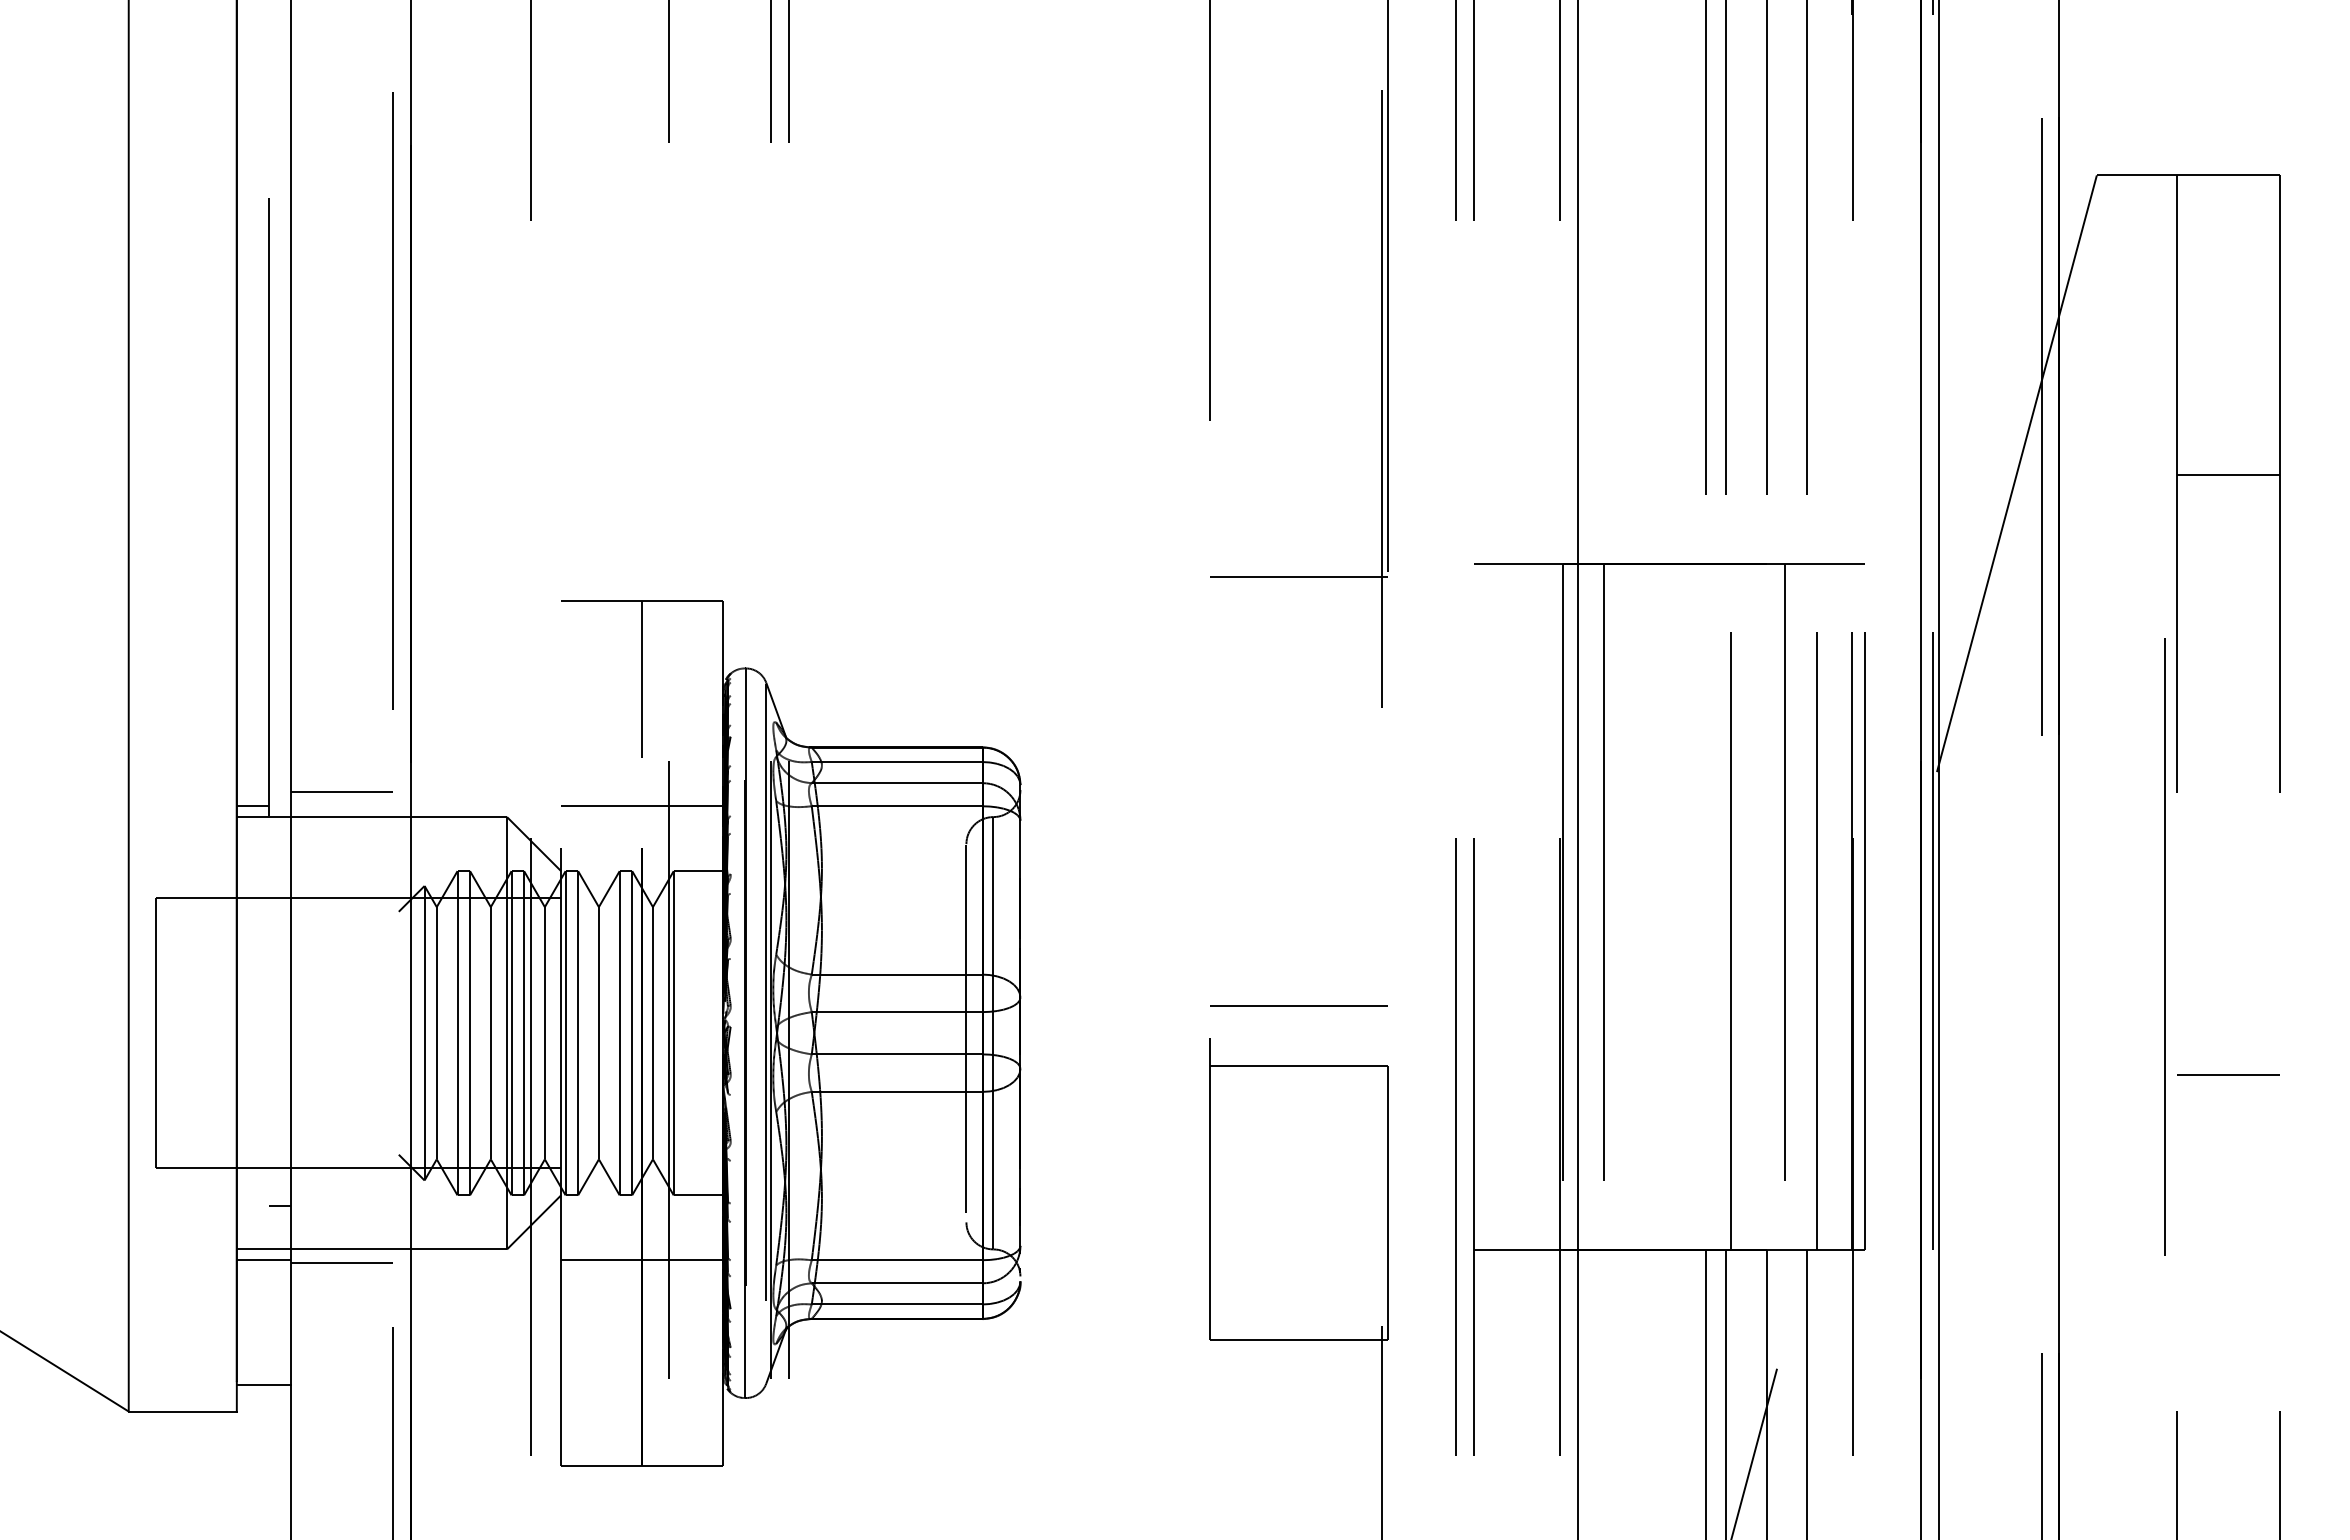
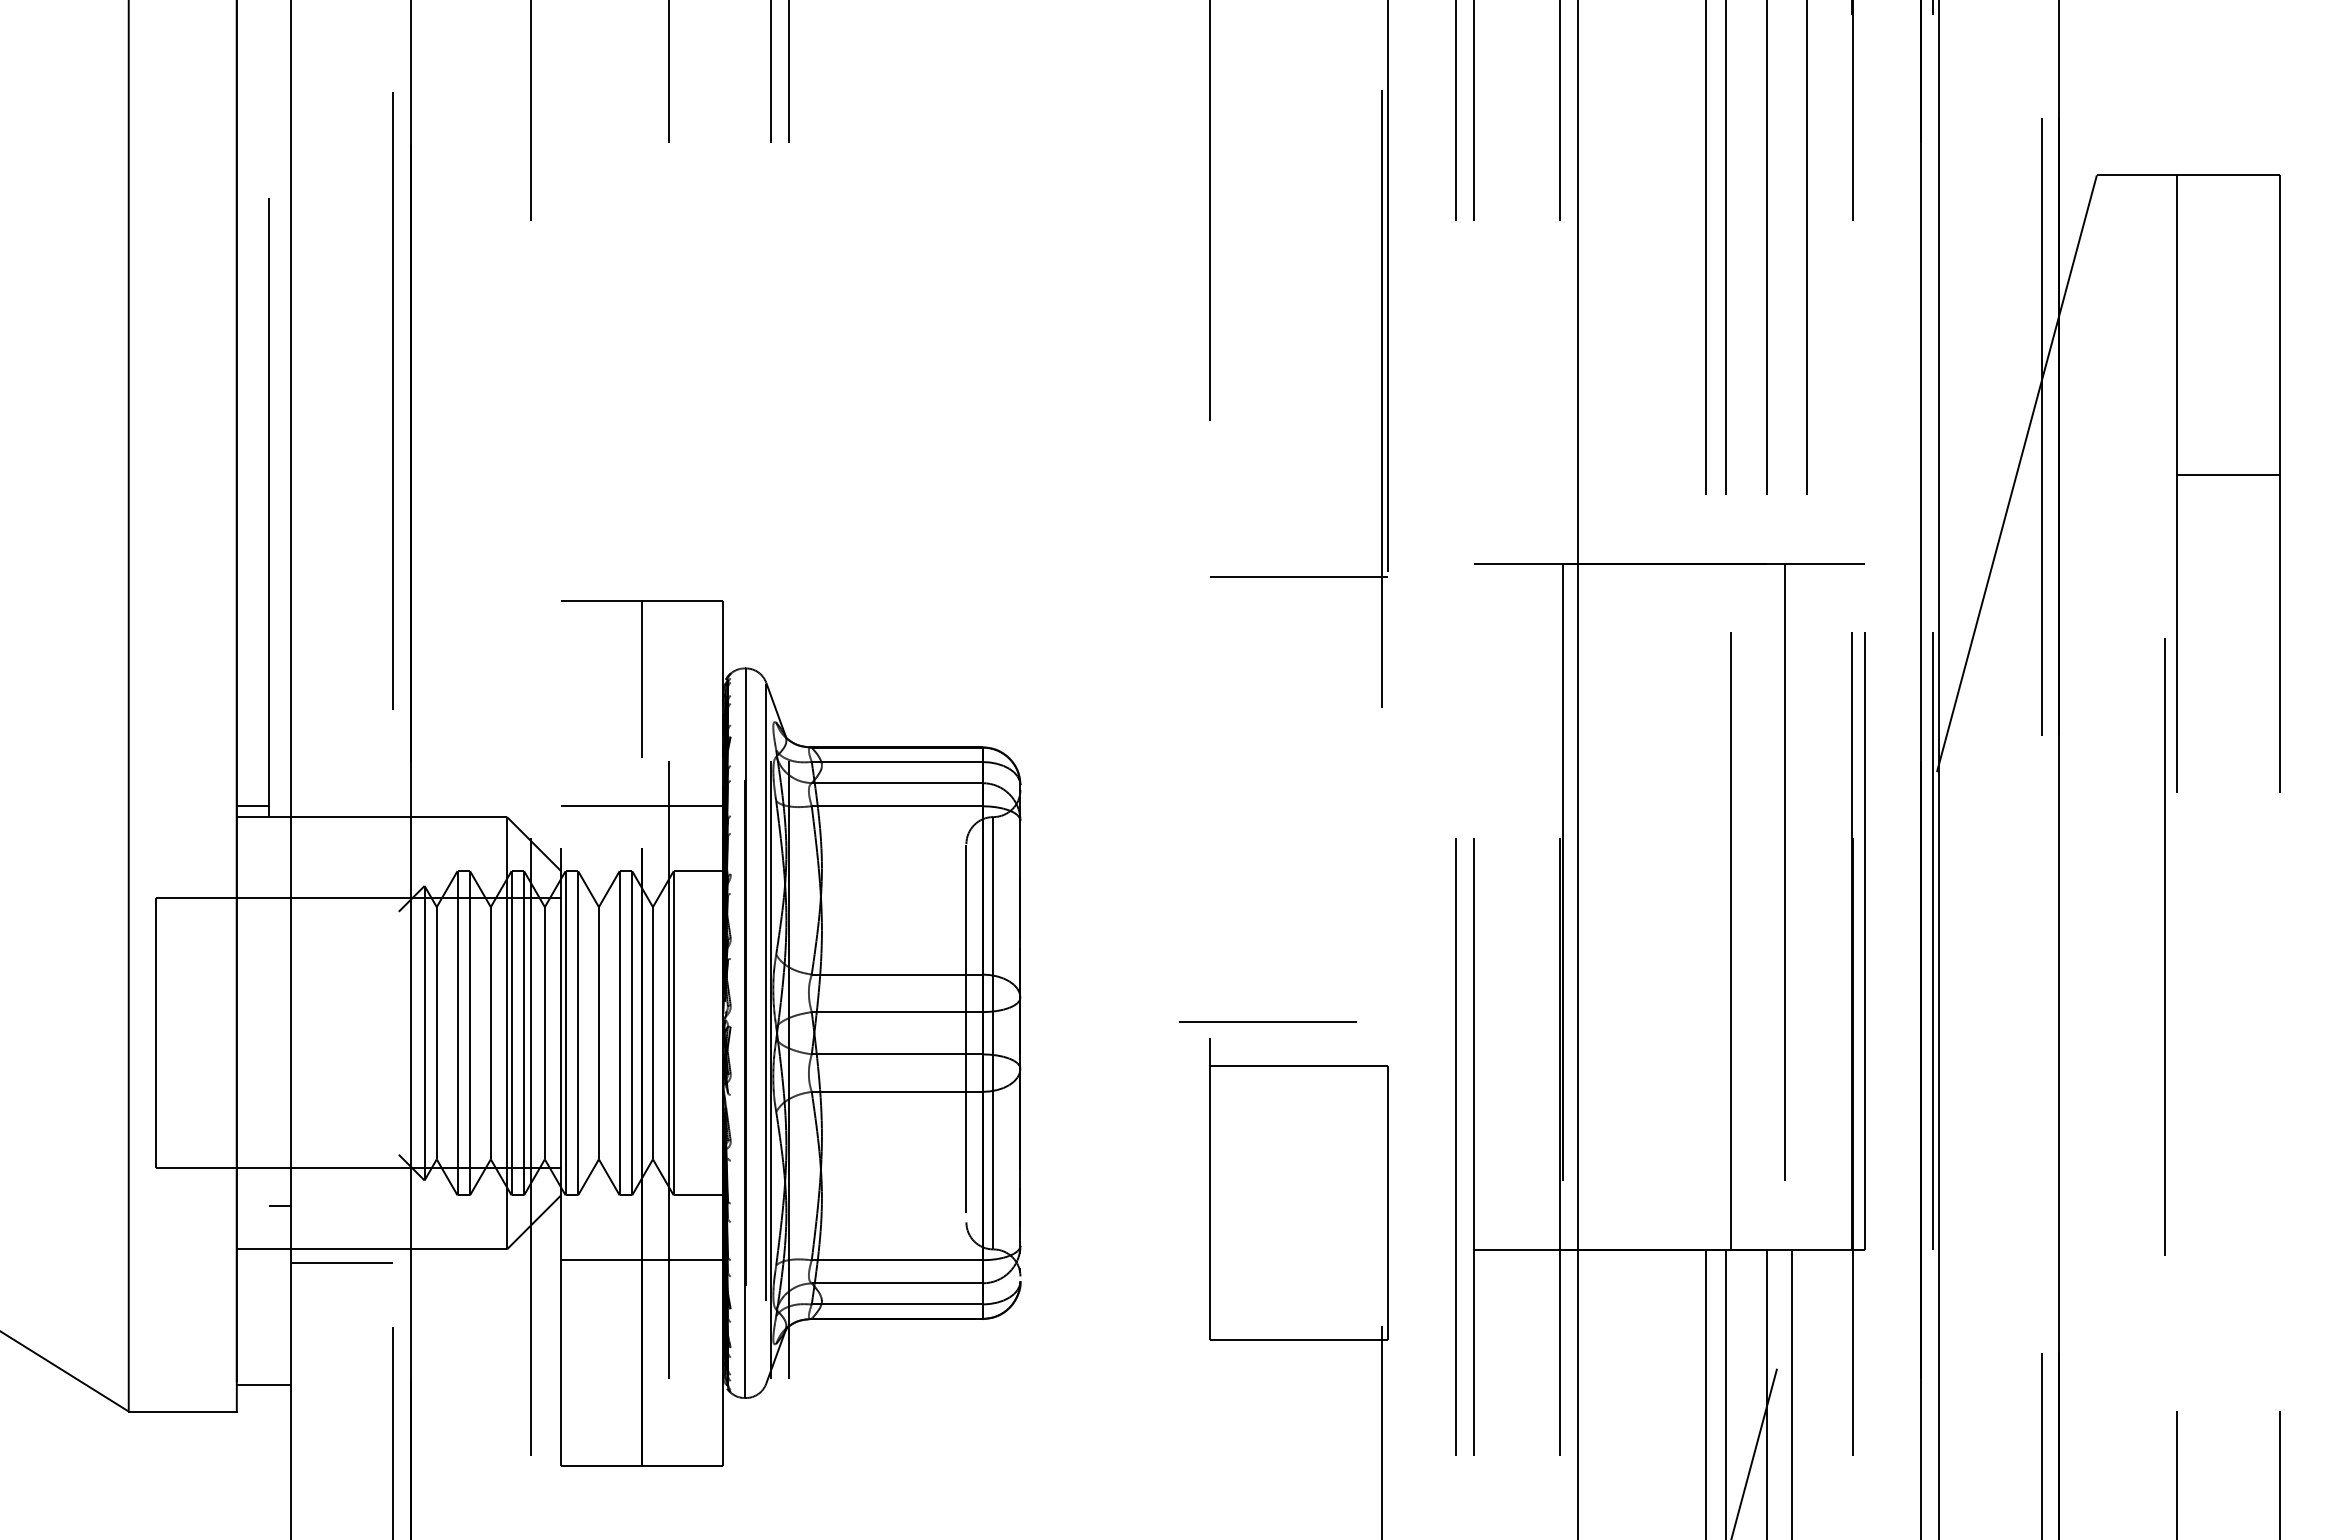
line at (341, 792): present -> none
line at (1604, 906): present -> none
line at (1816, 906): present -> none
line at (1298, 1005) position: (1298, 1005) -> (1267, 1021)
line at (2228, 1074): present -> none
line at (263, 1260): present -> none
line at (1806, 1393) position: (1806, 1393) -> (1791, 1393)
